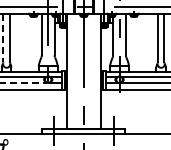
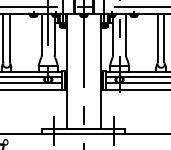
line at (3, 38): dashed -> solid
line at (24, 82): dashed -> solid
